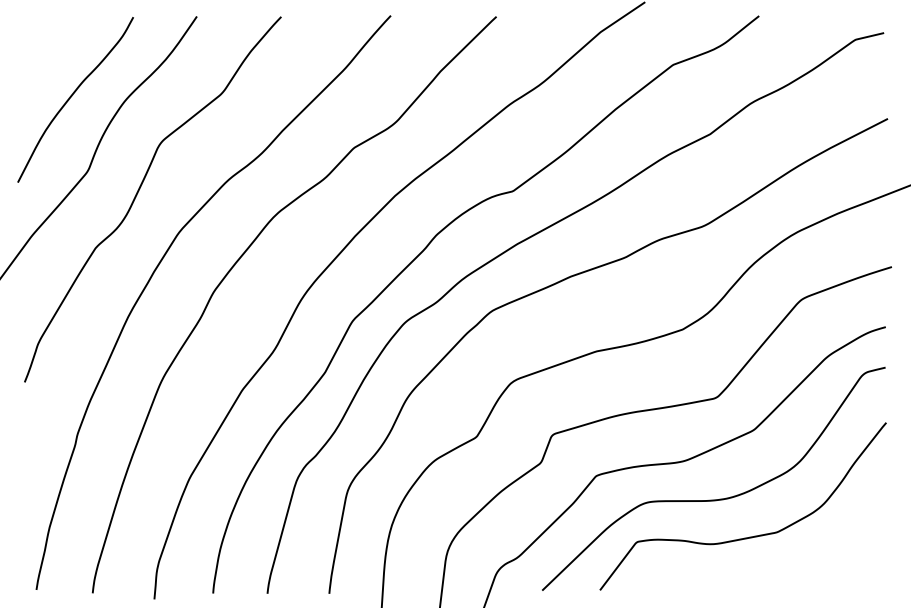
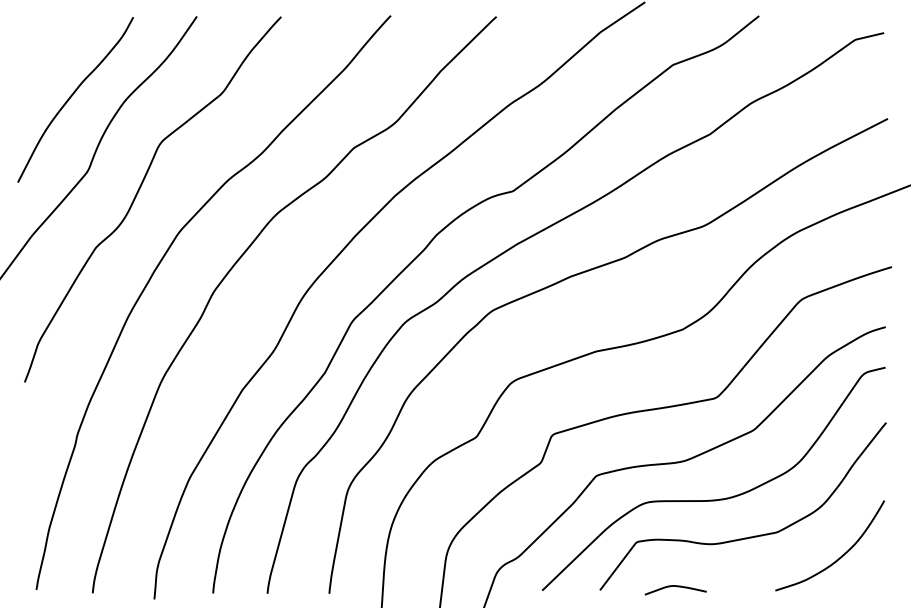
curve at (841, 555): none -> present
curve at (677, 587): none -> present
